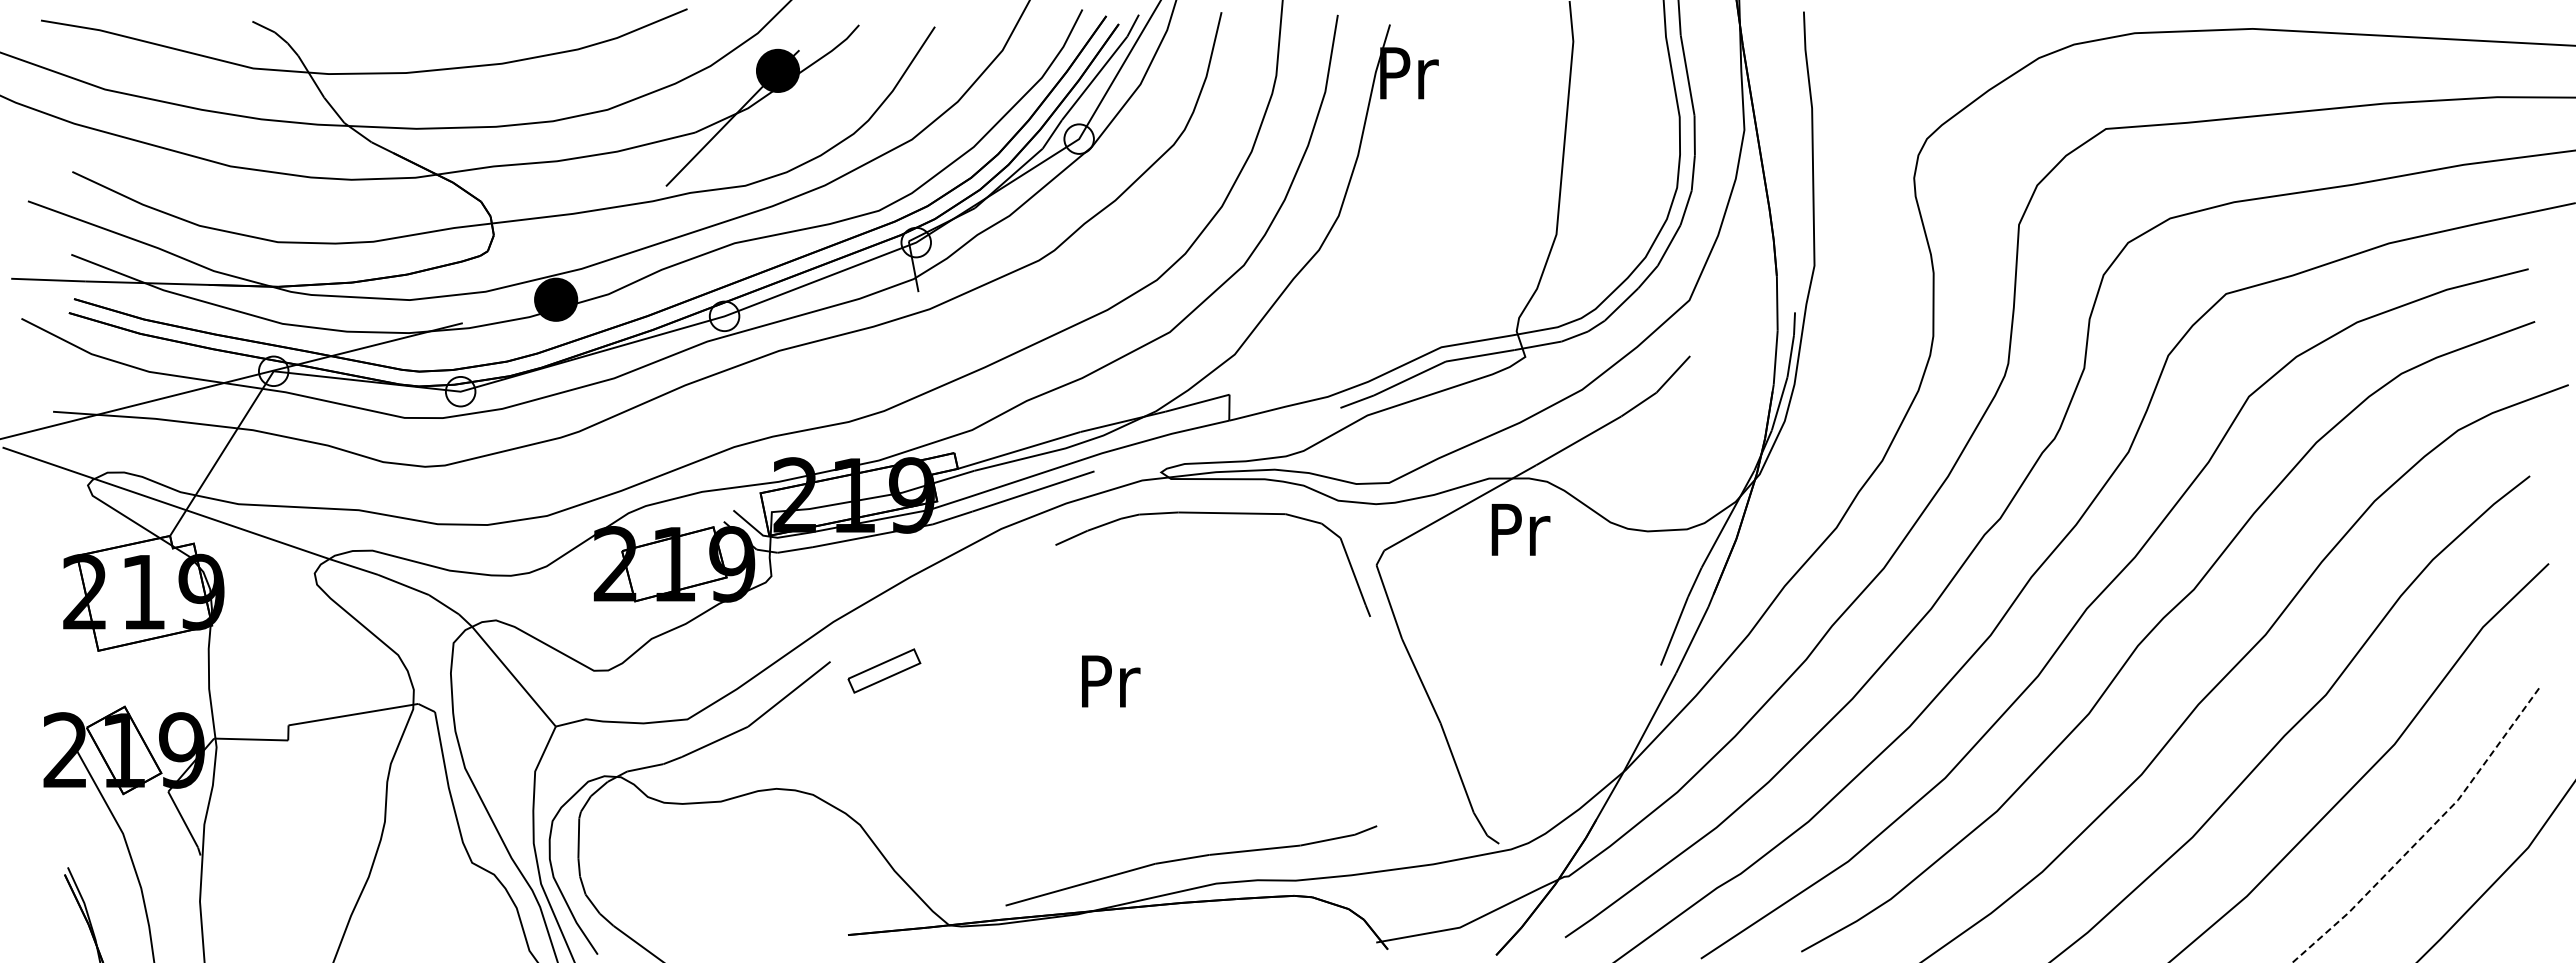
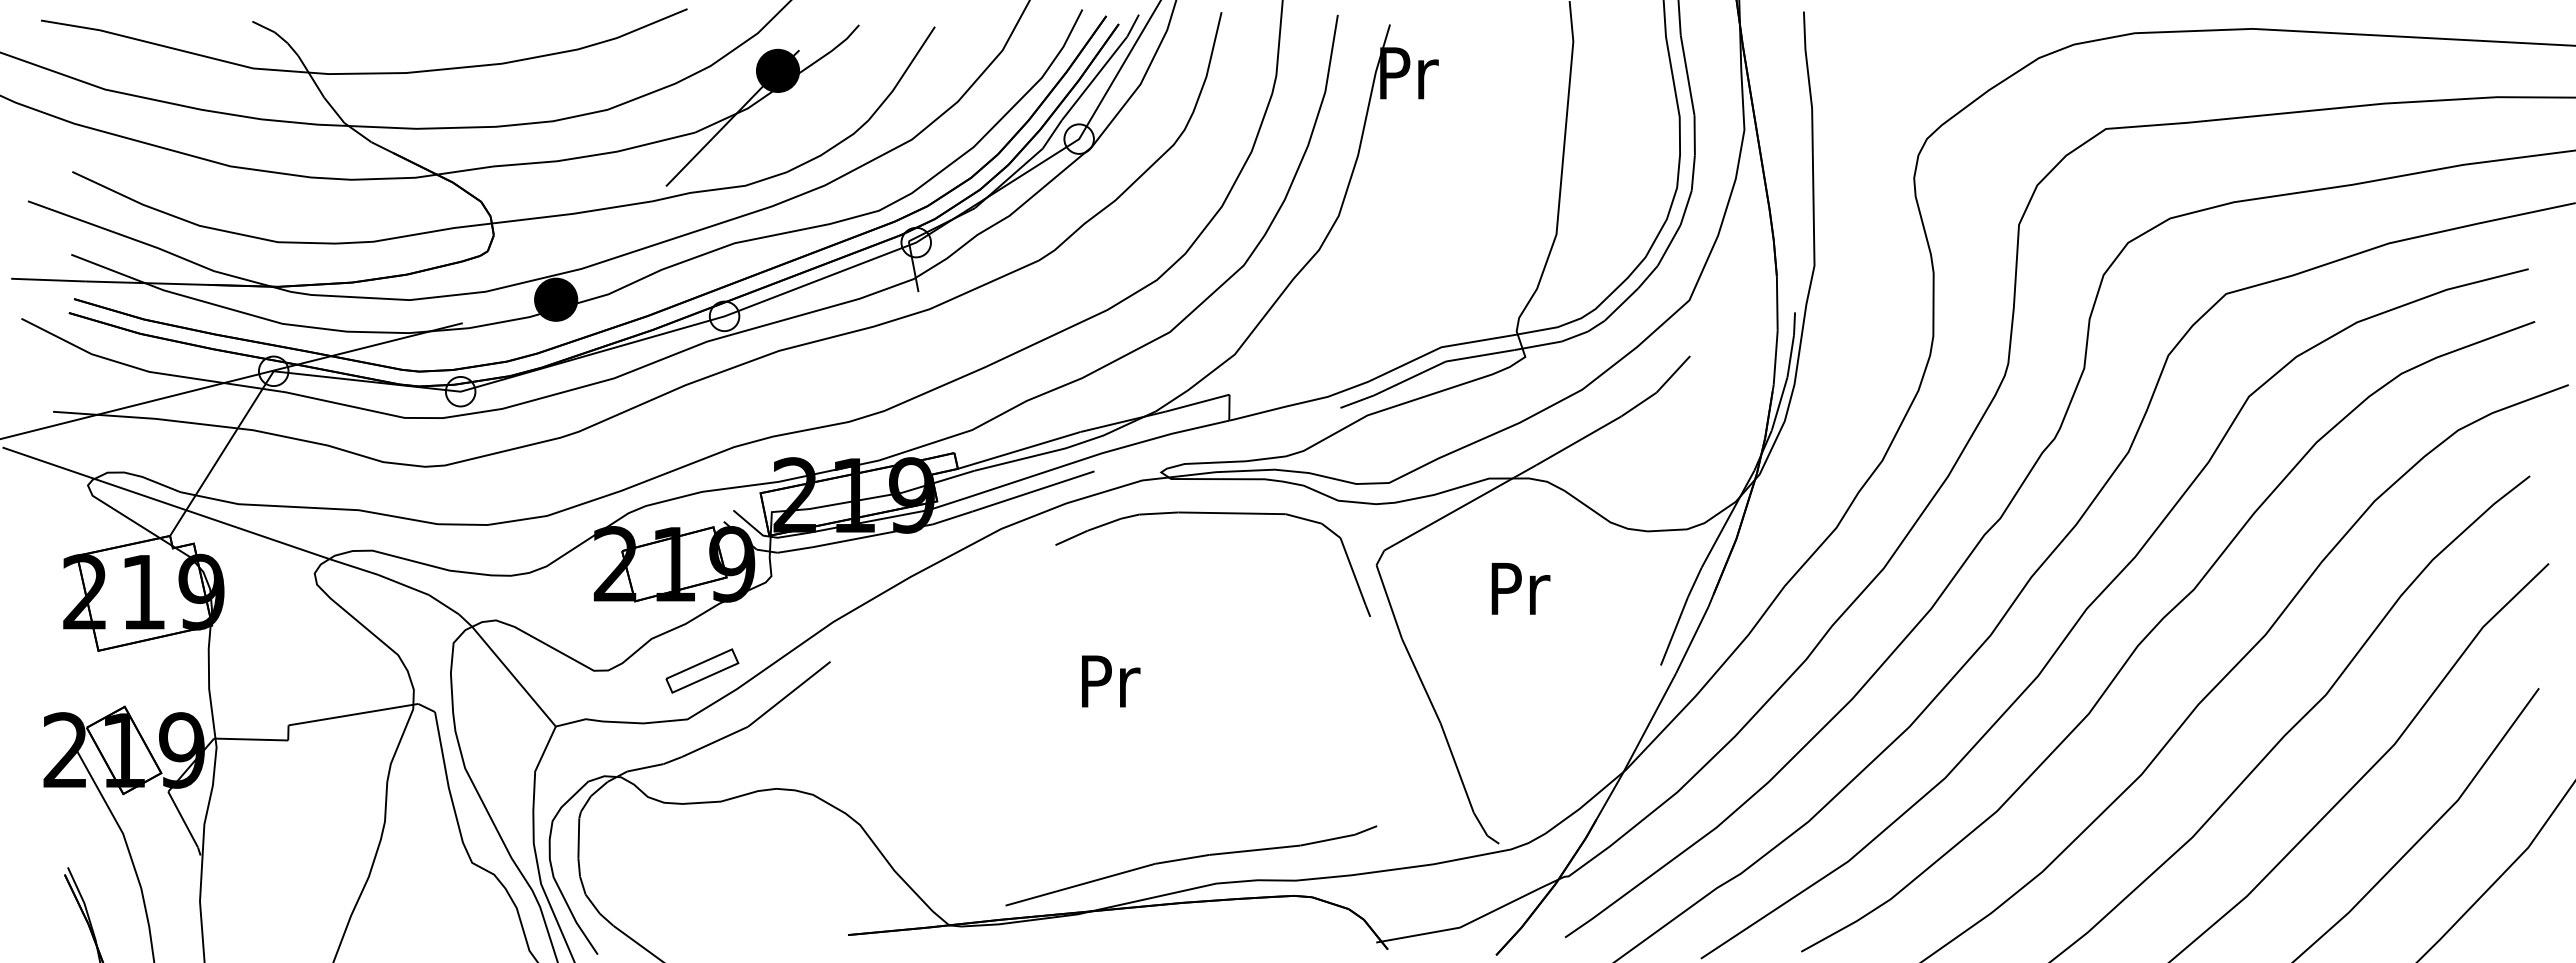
text at (1520, 529) position: (1520, 529) -> (1520, 588)
part at (884, 670) position: (884, 670) -> (702, 670)
line at (2425, 833): dashed -> solid
